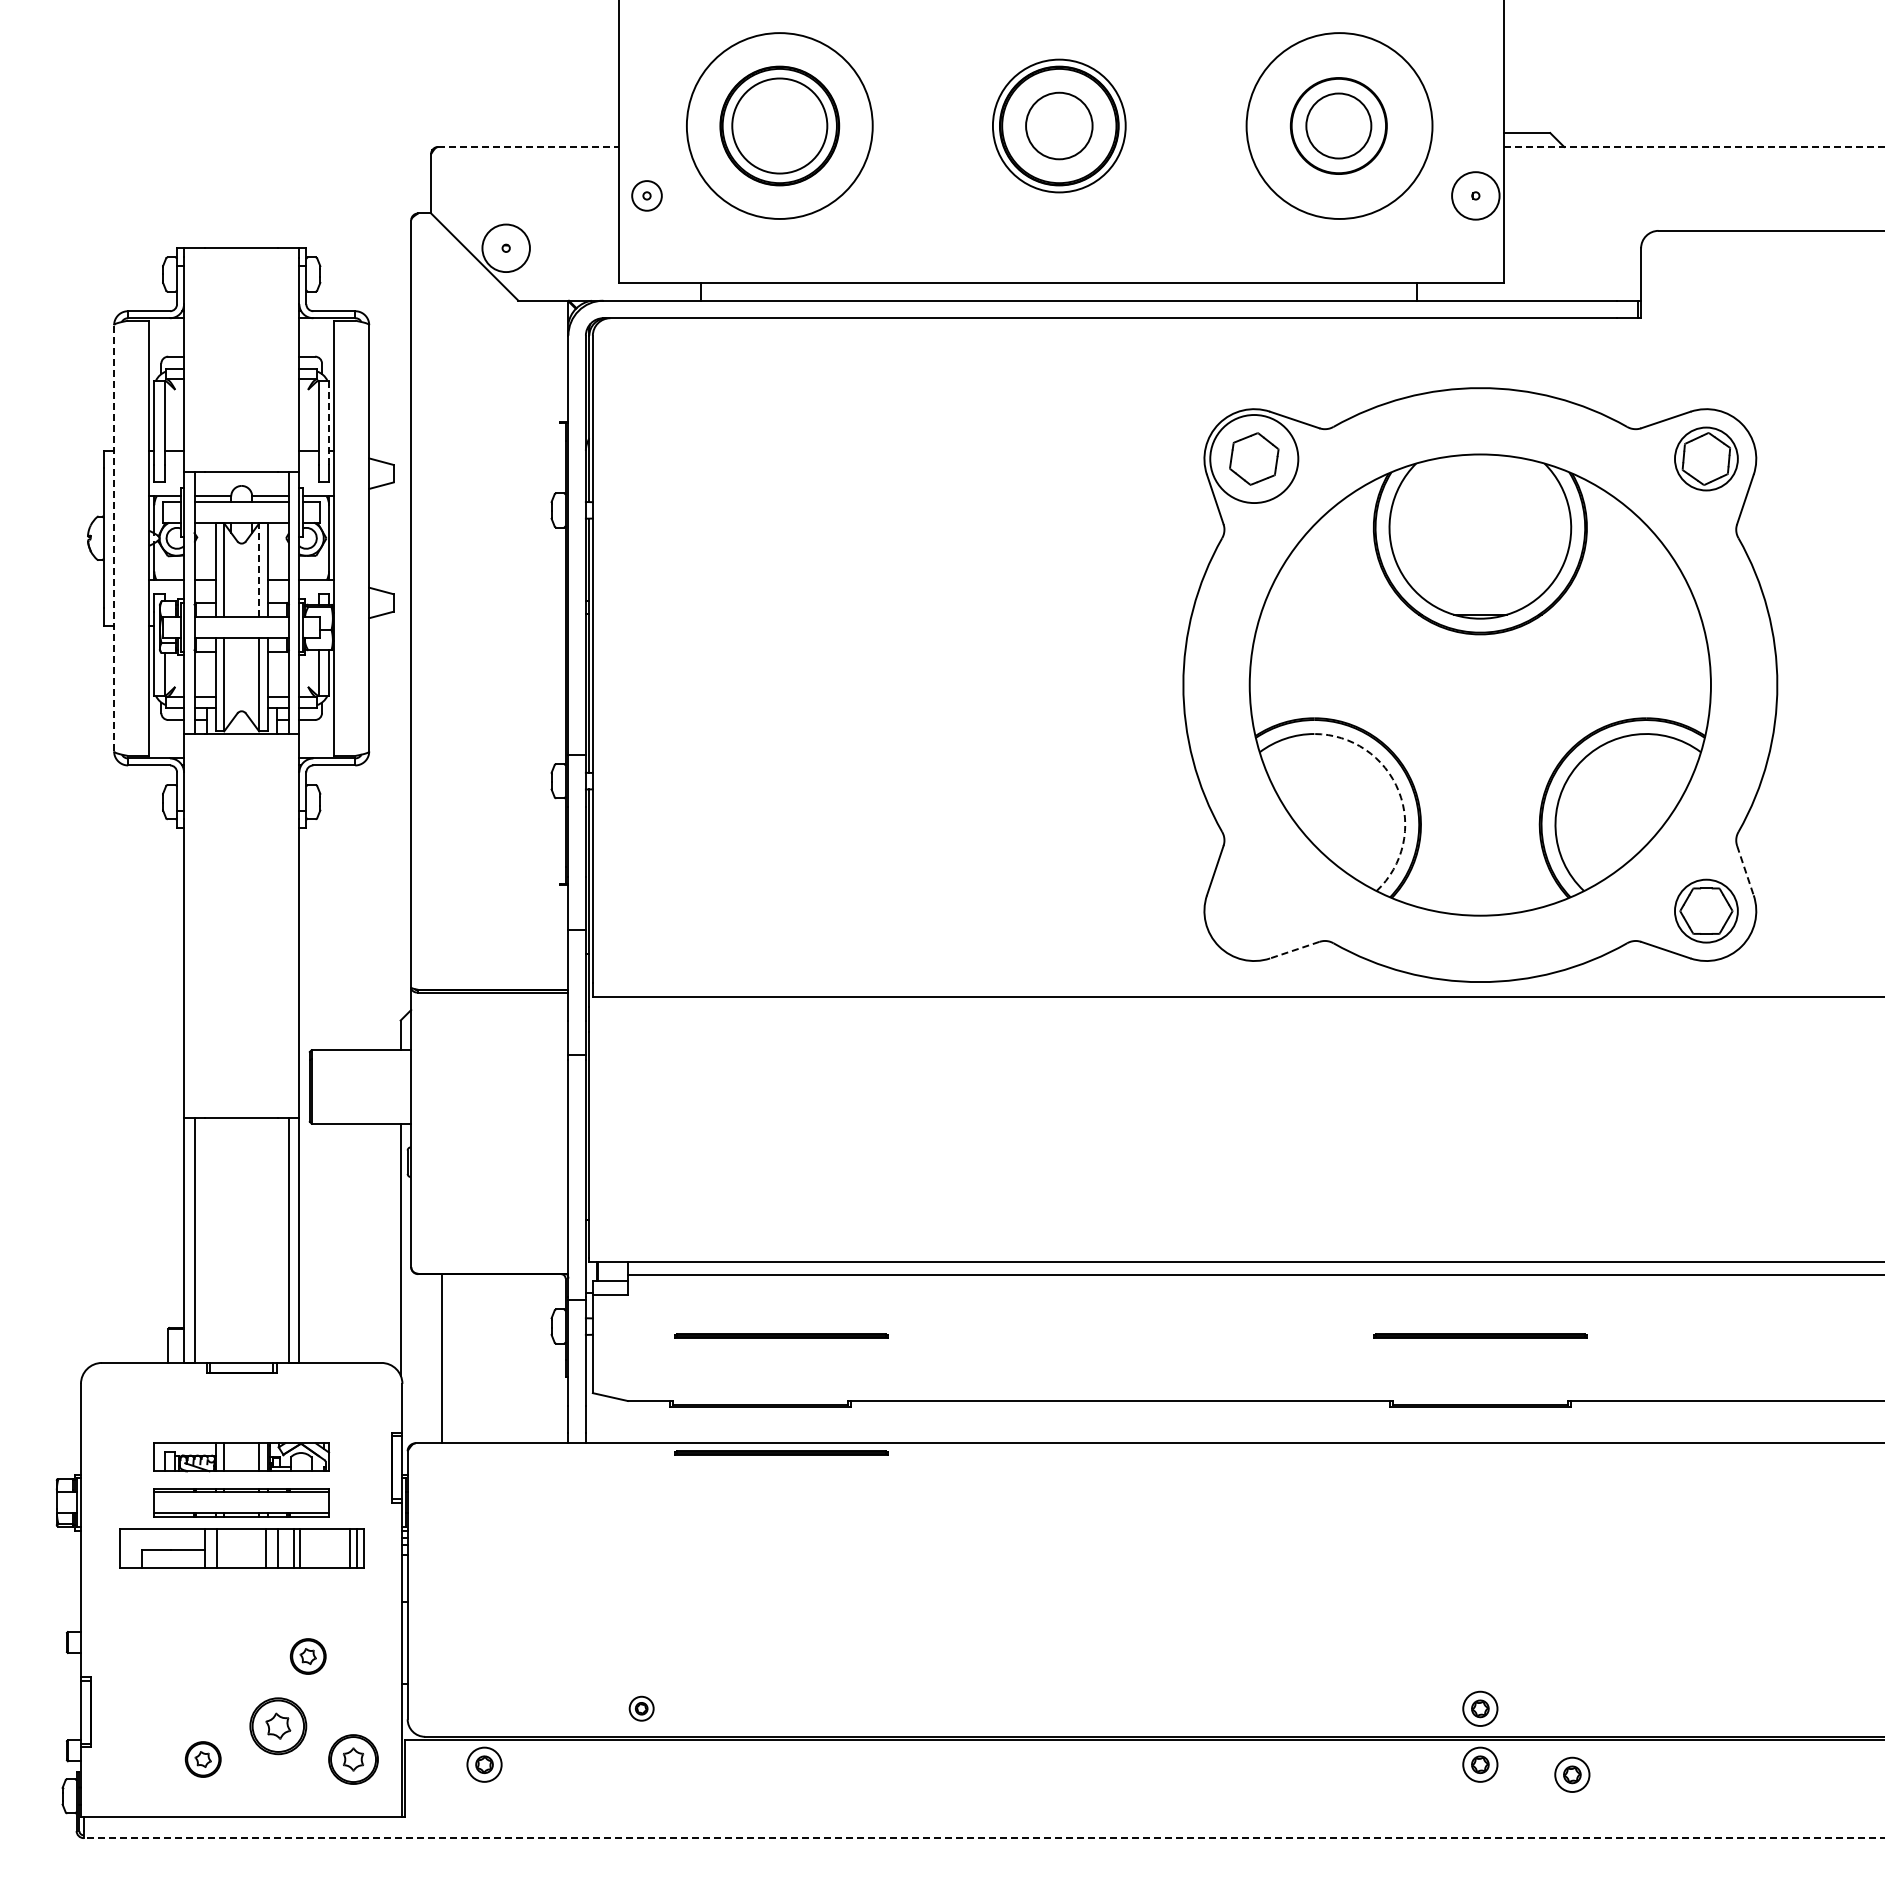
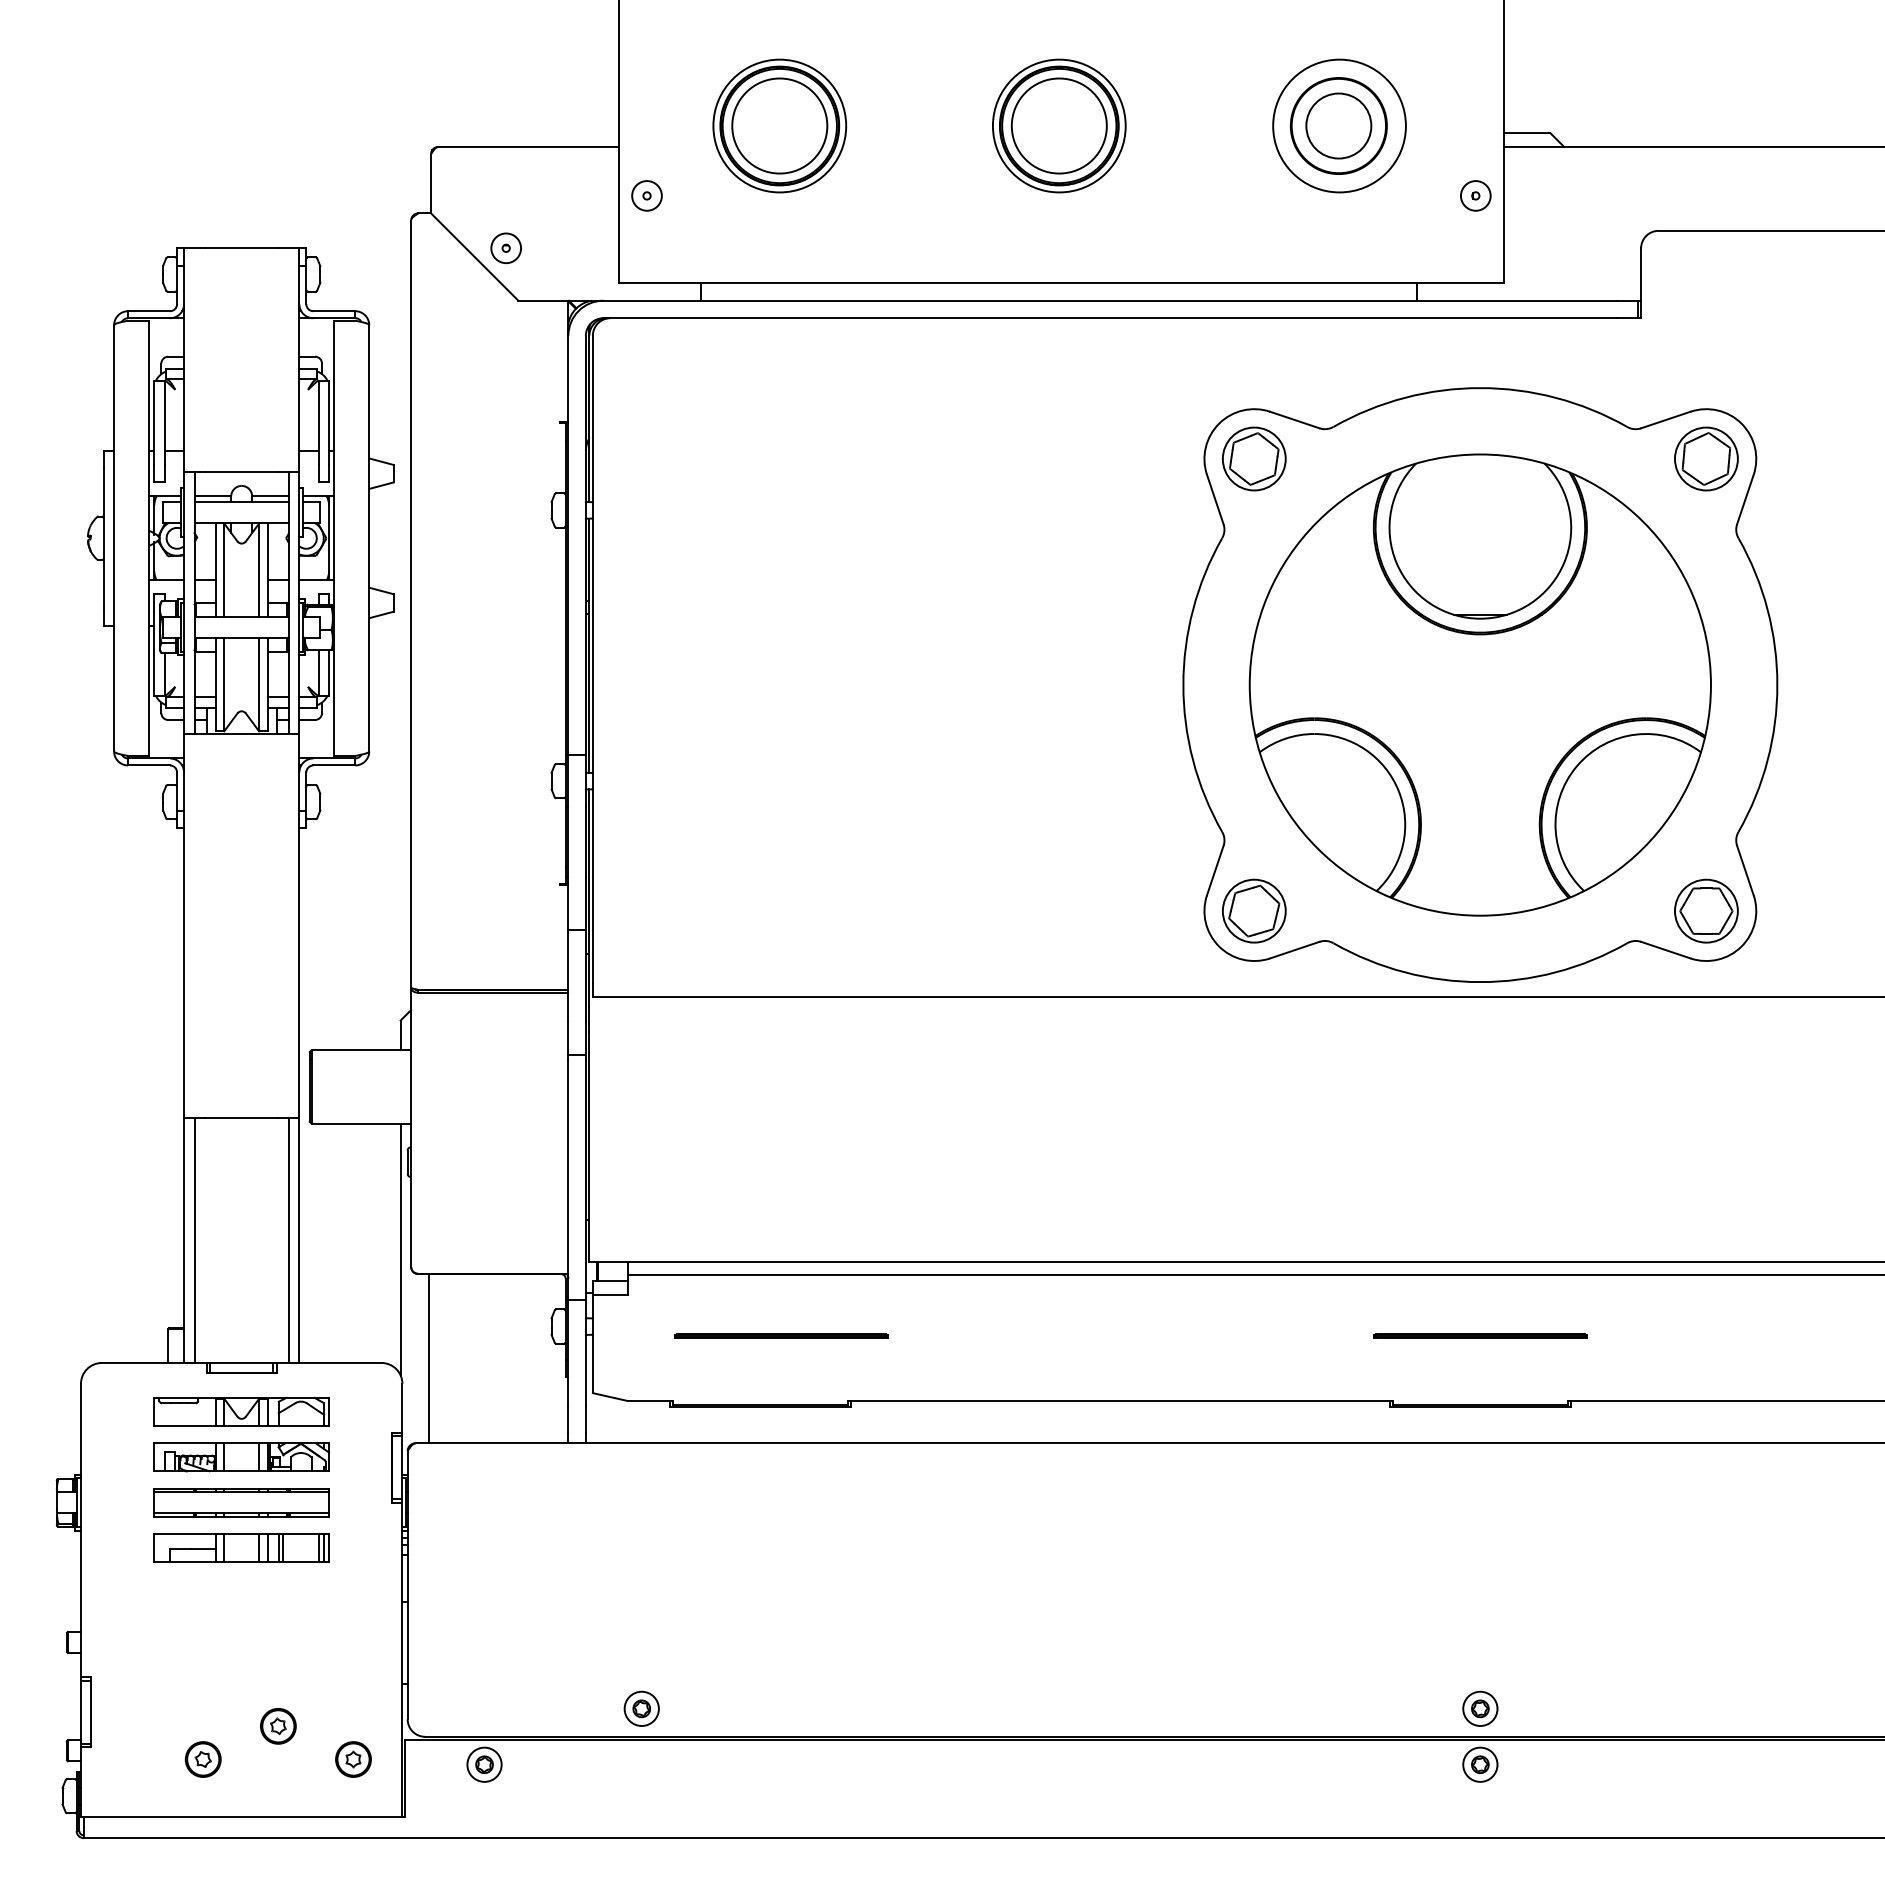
circle at (779, 125) diameter: 186 px -> 133 px
circle at (1059, 125) diameter: 67 px -> 95 px
circle at (1339, 125) diameter: 186 px -> 133 px
line at (529, 147): dashed -> solid
line at (1694, 147): dashed -> solid
circle at (1475, 195) diameter: 48 px -> 30 px
circle at (505, 248) diameter: 48 px -> 30 px
line at (329, 423): dashed -> solid
circle at (1254, 459) diameter: 88 px -> 63 px
line at (114, 537): dashed -> solid
line at (259, 570): dashed -> solid
arc at (1398, 791): dashed -> solid
line at (1745, 871): dashed -> solid
part at (1254, 910): none -> present
line at (1294, 950): dashed -> solid
line at (441, 1358) position: (441, 1358) -> (428, 1358)
part at (241, 1411): none -> present
part at (781, 1452): present -> none
part at (241, 1548) size: 246x41 px -> 177x30 px
part at (307, 1656): present -> none
part at (641, 1708) size: 27x27 px -> 37x37 px
part at (278, 1726) size: 59x59 px -> 37x37 px
part at (353, 1759) size: 51x51 px -> 37x37 px
part at (1572, 1774): present -> none
line at (983, 1838): dashed -> solid
